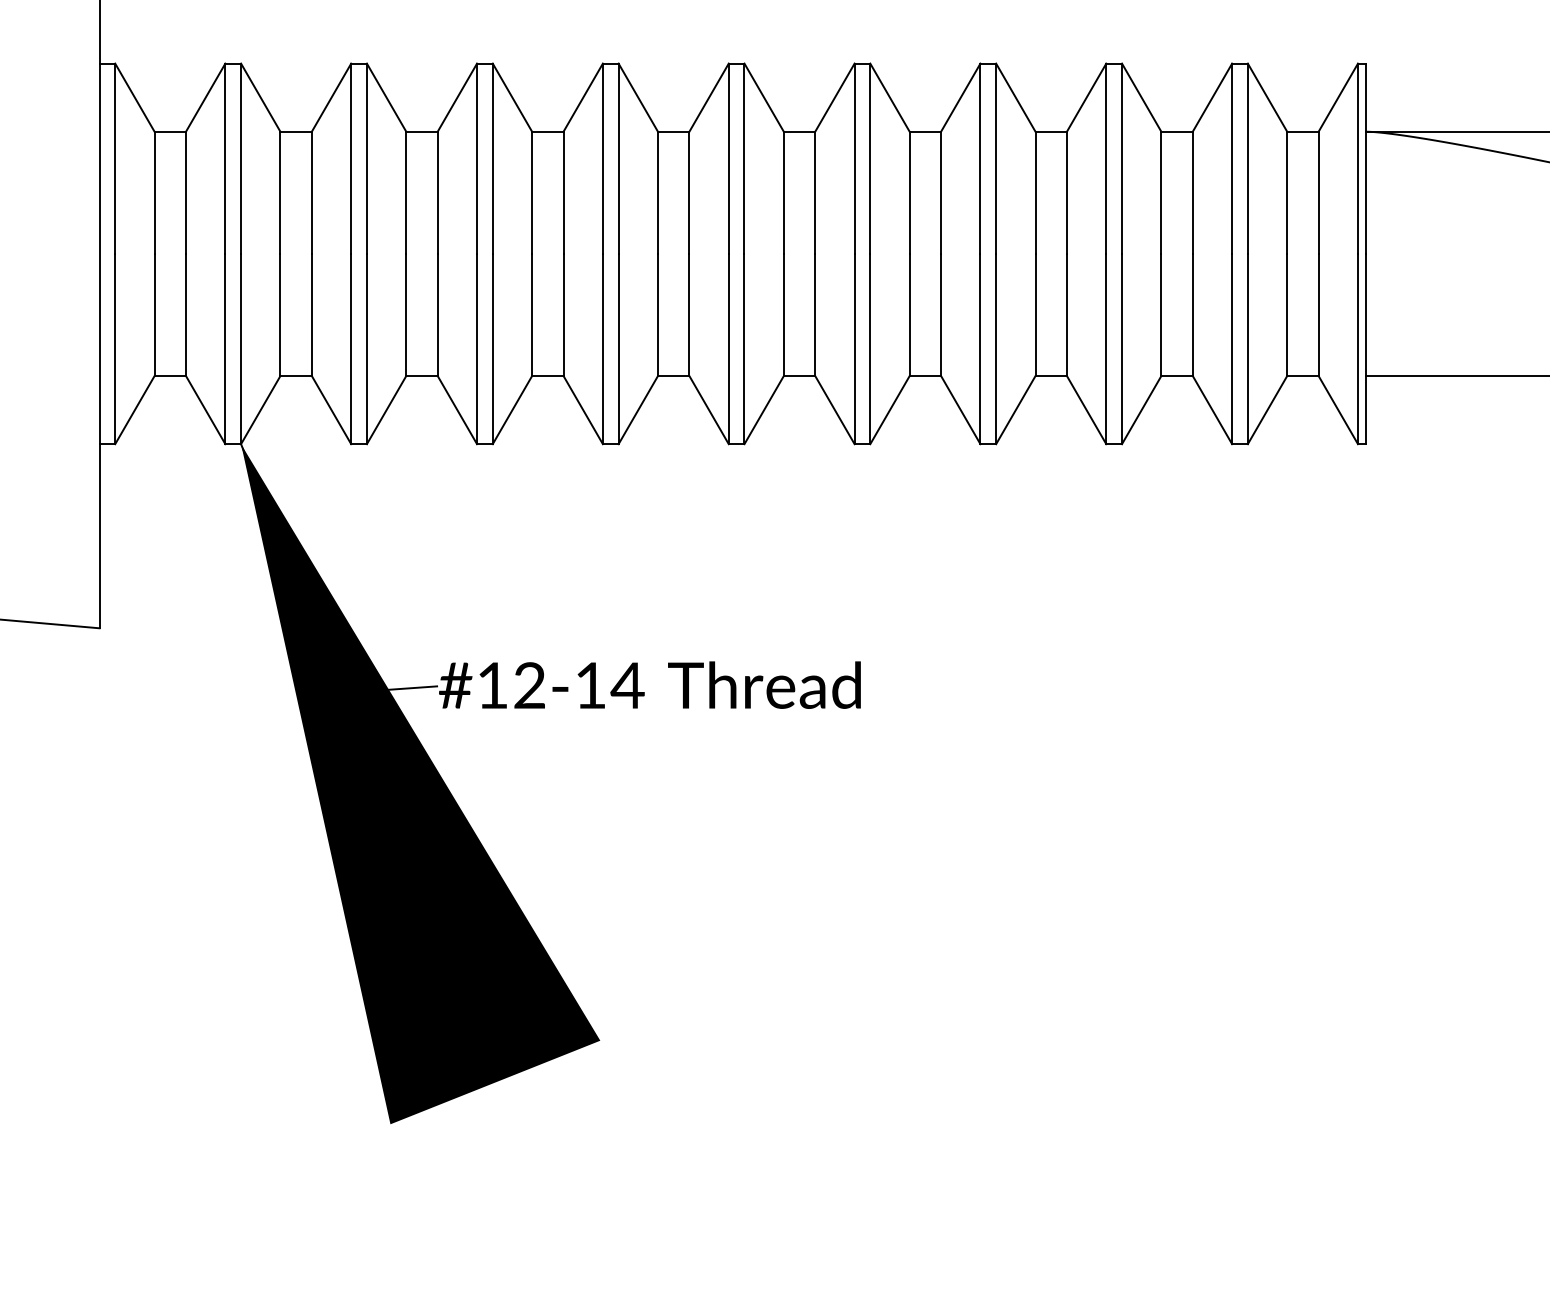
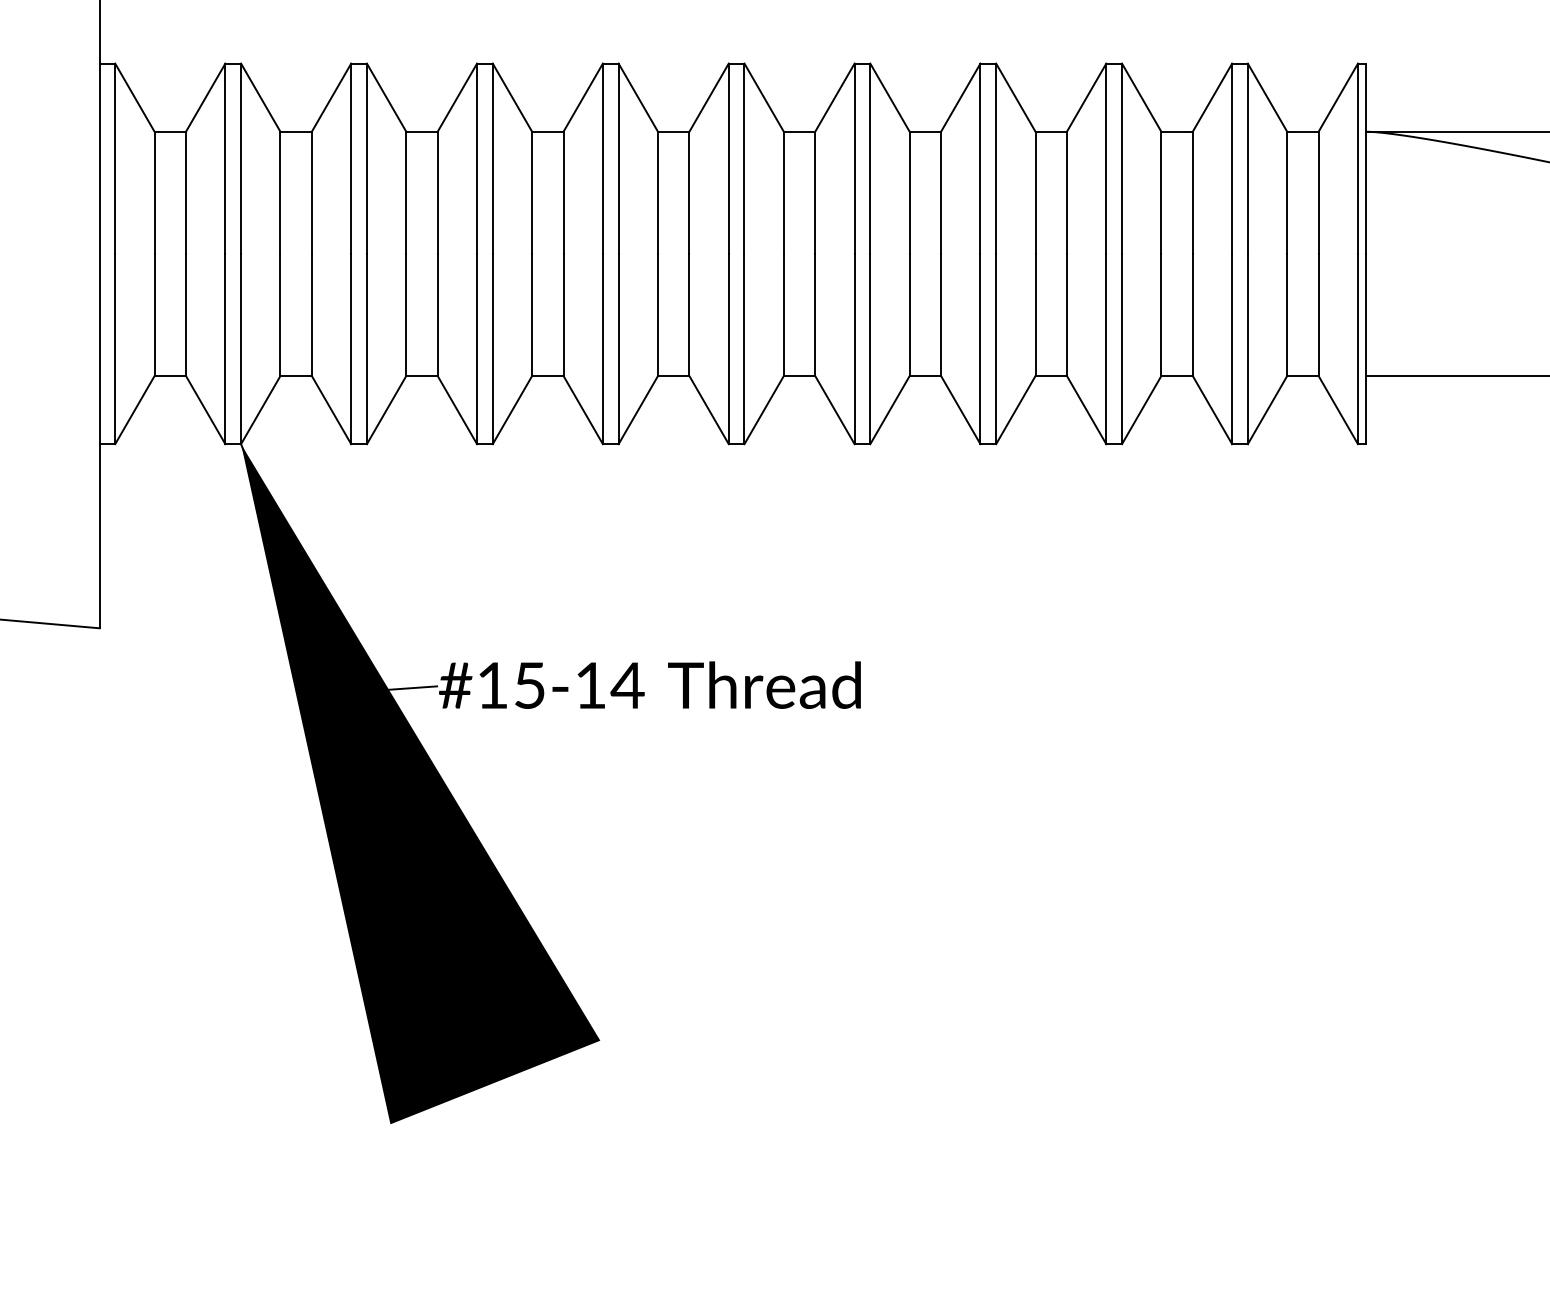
text at (529, 685): #12-14 -> #15-14
